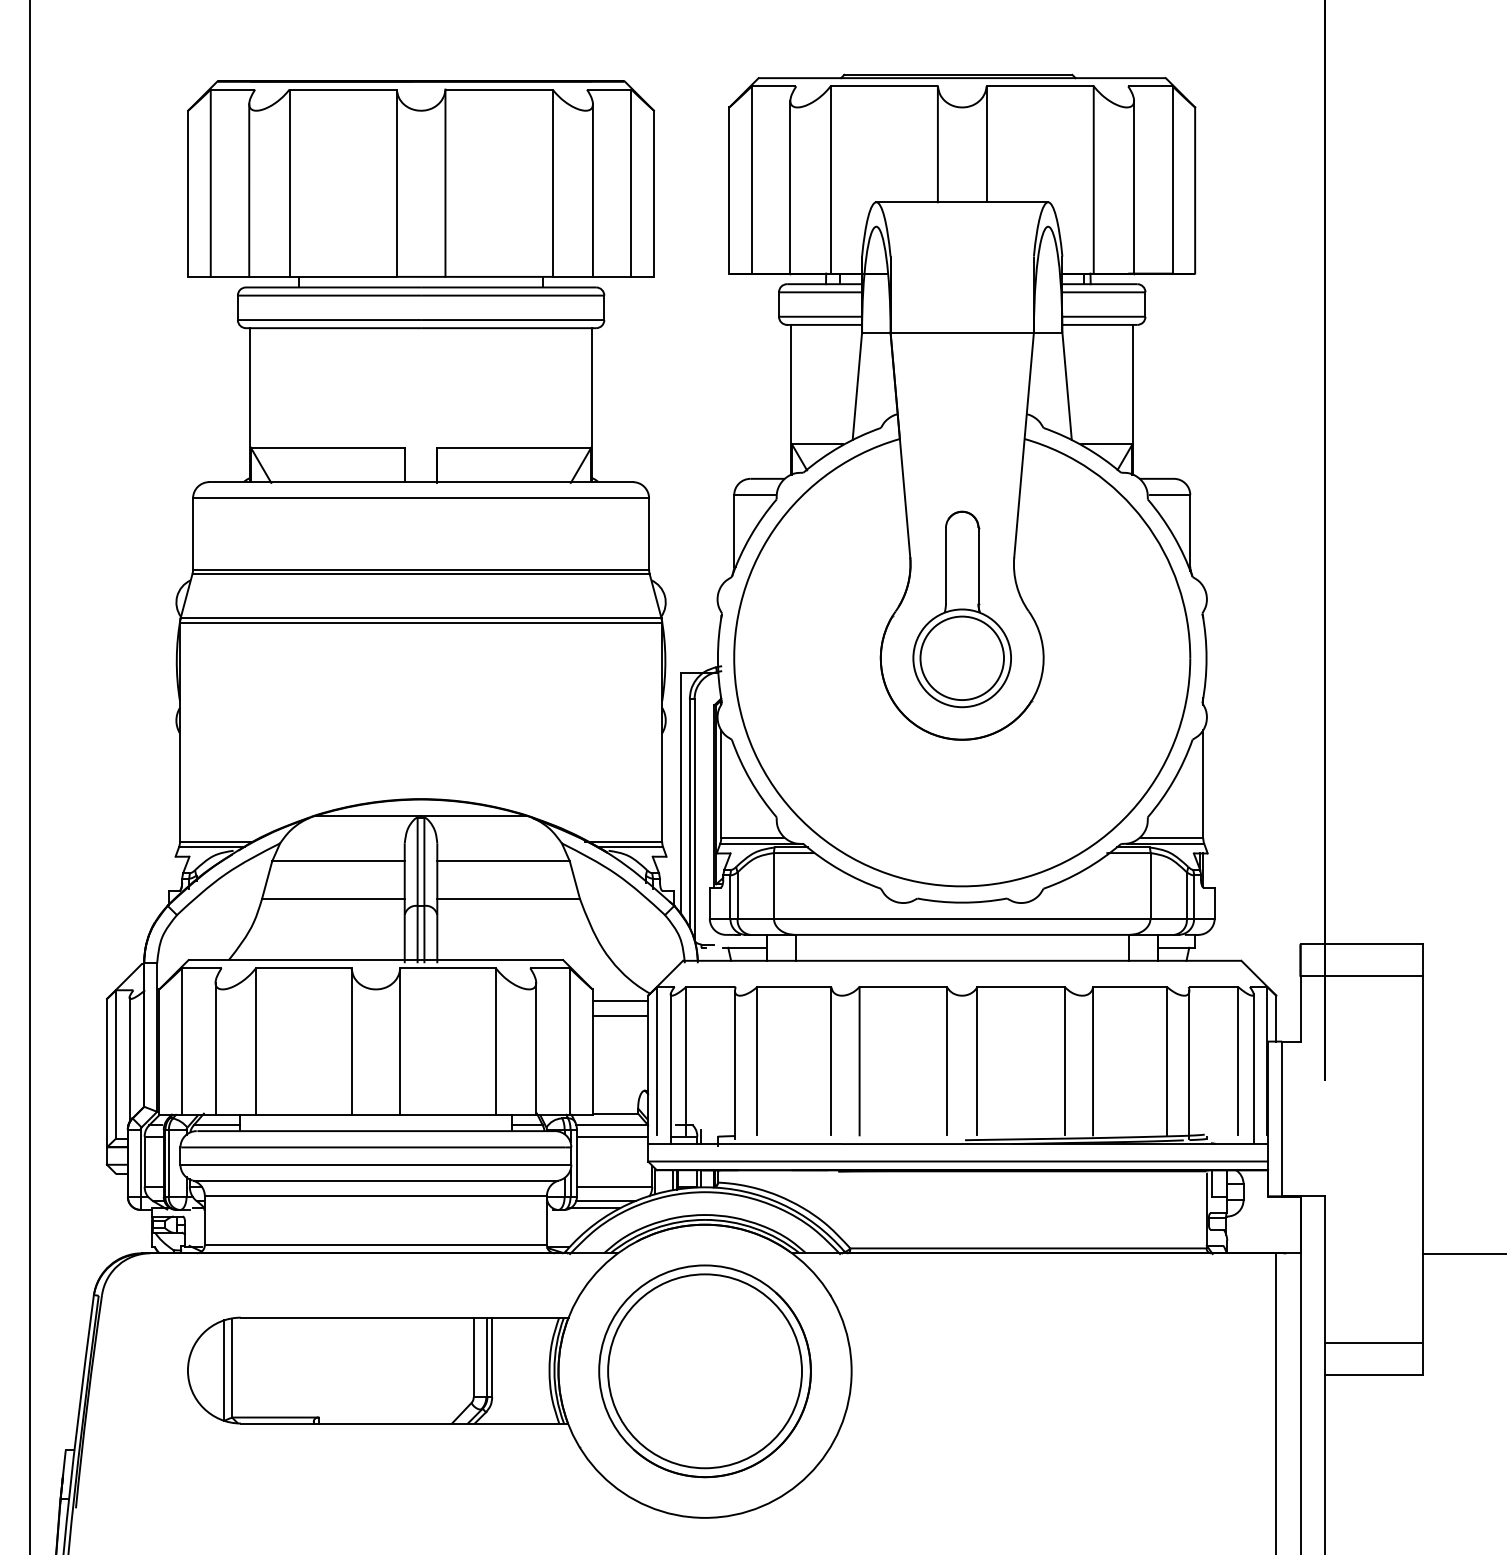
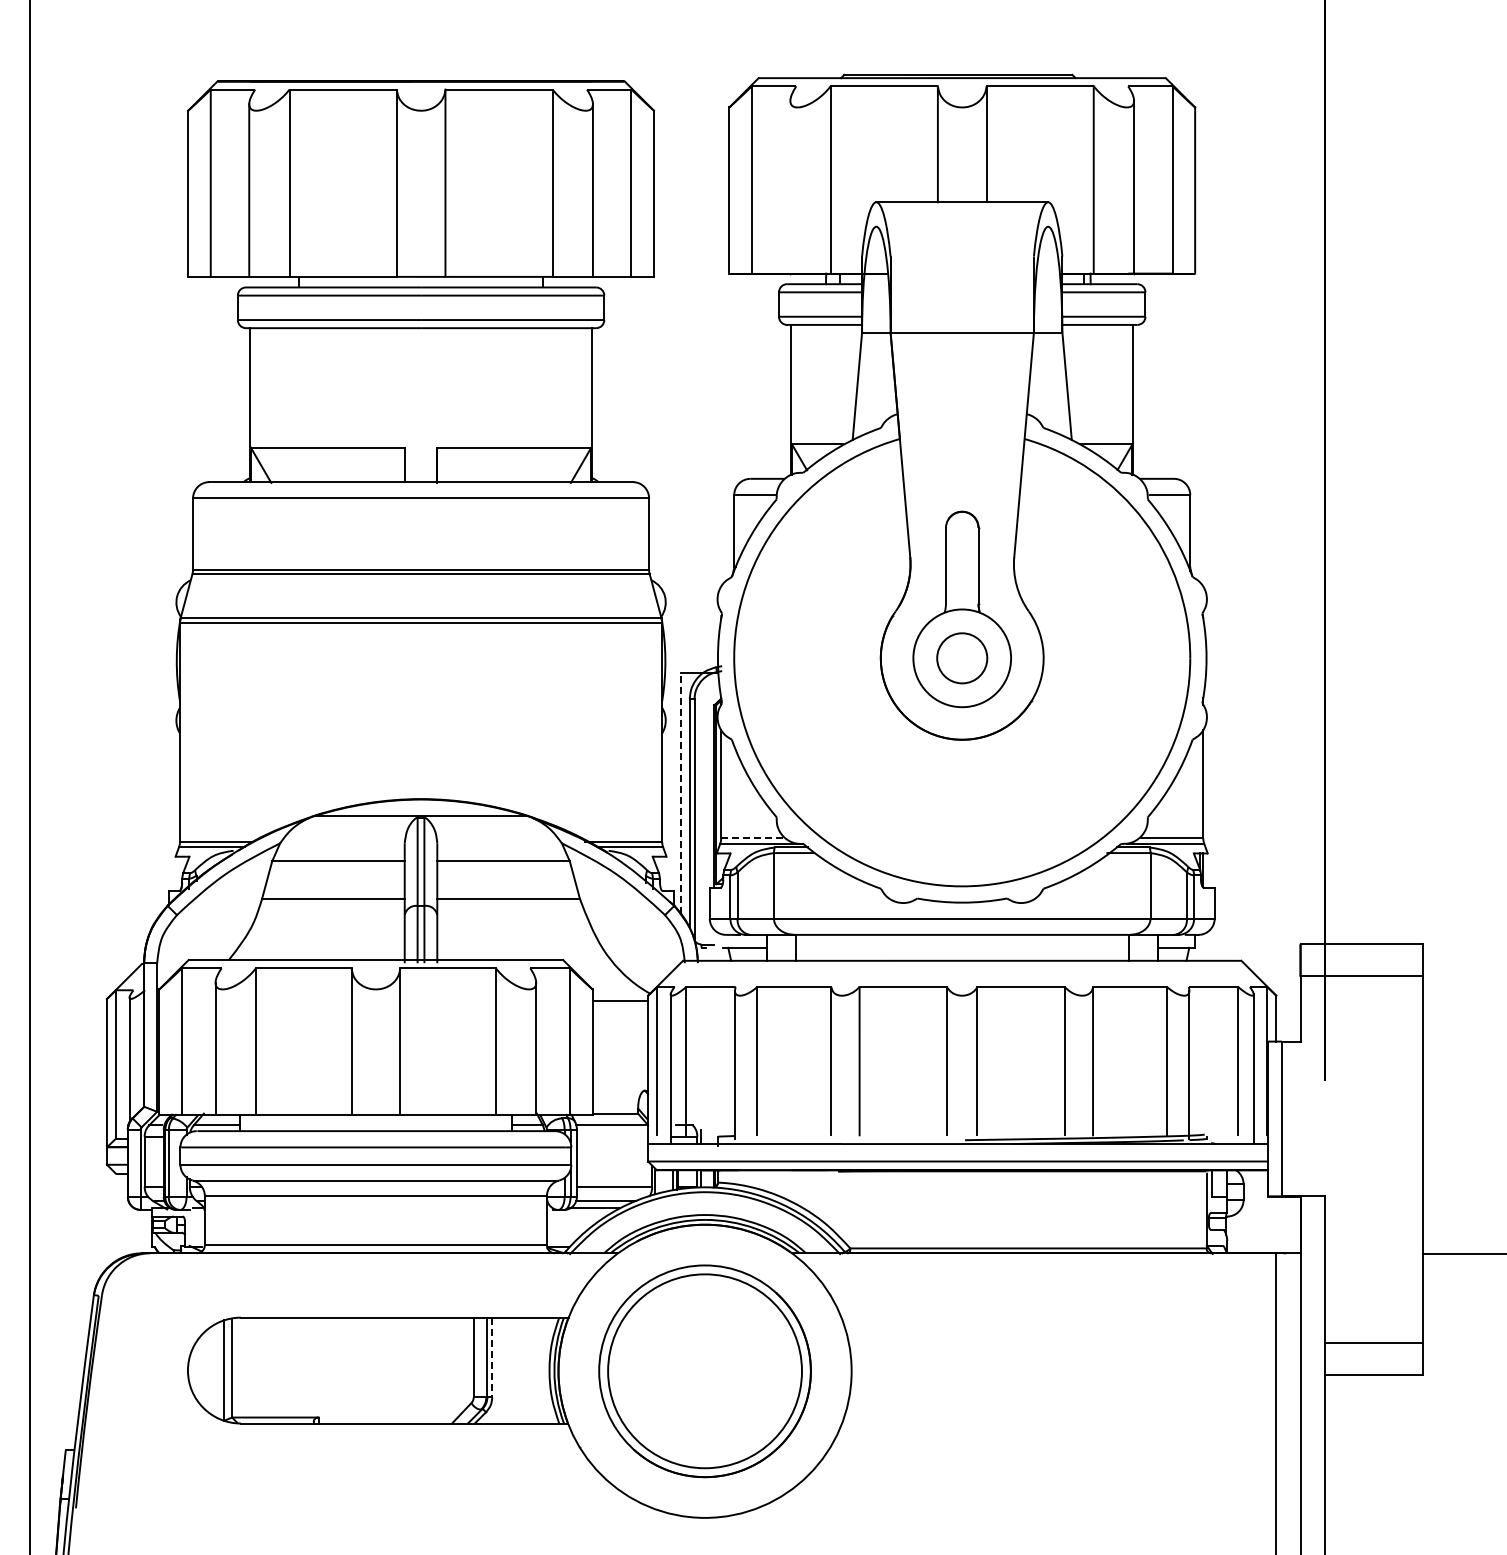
line at (790, 186): present -> none
circle at (962, 658) diameter: 83 px -> 50 px
line at (681, 793): solid -> dashed
line at (753, 838): solid -> dashed
line at (620, 1016): present -> none
line at (612, 1136): present -> none
line at (492, 1357): solid -> dashed
